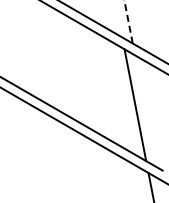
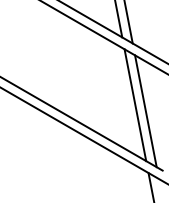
line at (118, 19): none -> present
line at (128, 21): dashed -> solid
line at (145, 111): none -> present
